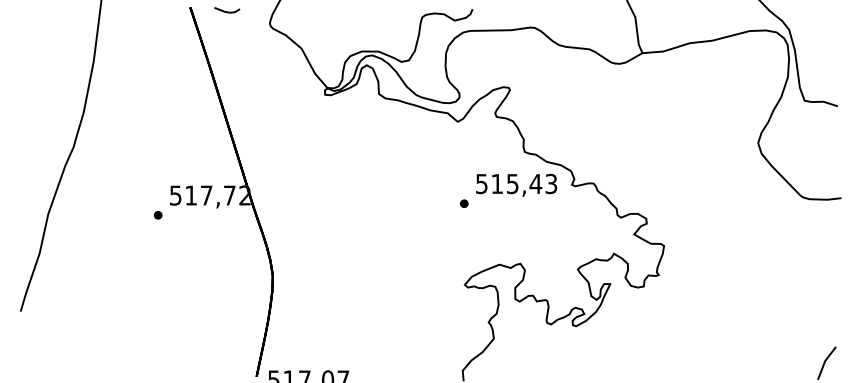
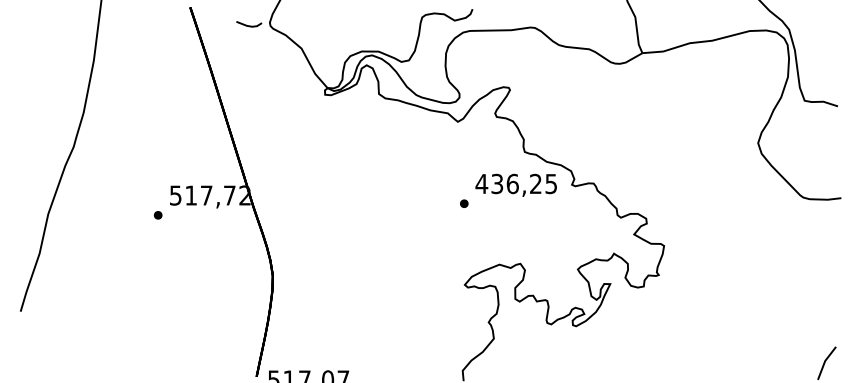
line at (227, 11) position: (227, 11) -> (249, 25)
text at (516, 183): 515,43 -> 436,25
